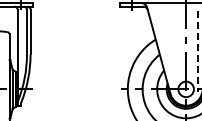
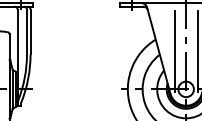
line at (174, 50): none -> present
line at (197, 51): dashed -> solid
